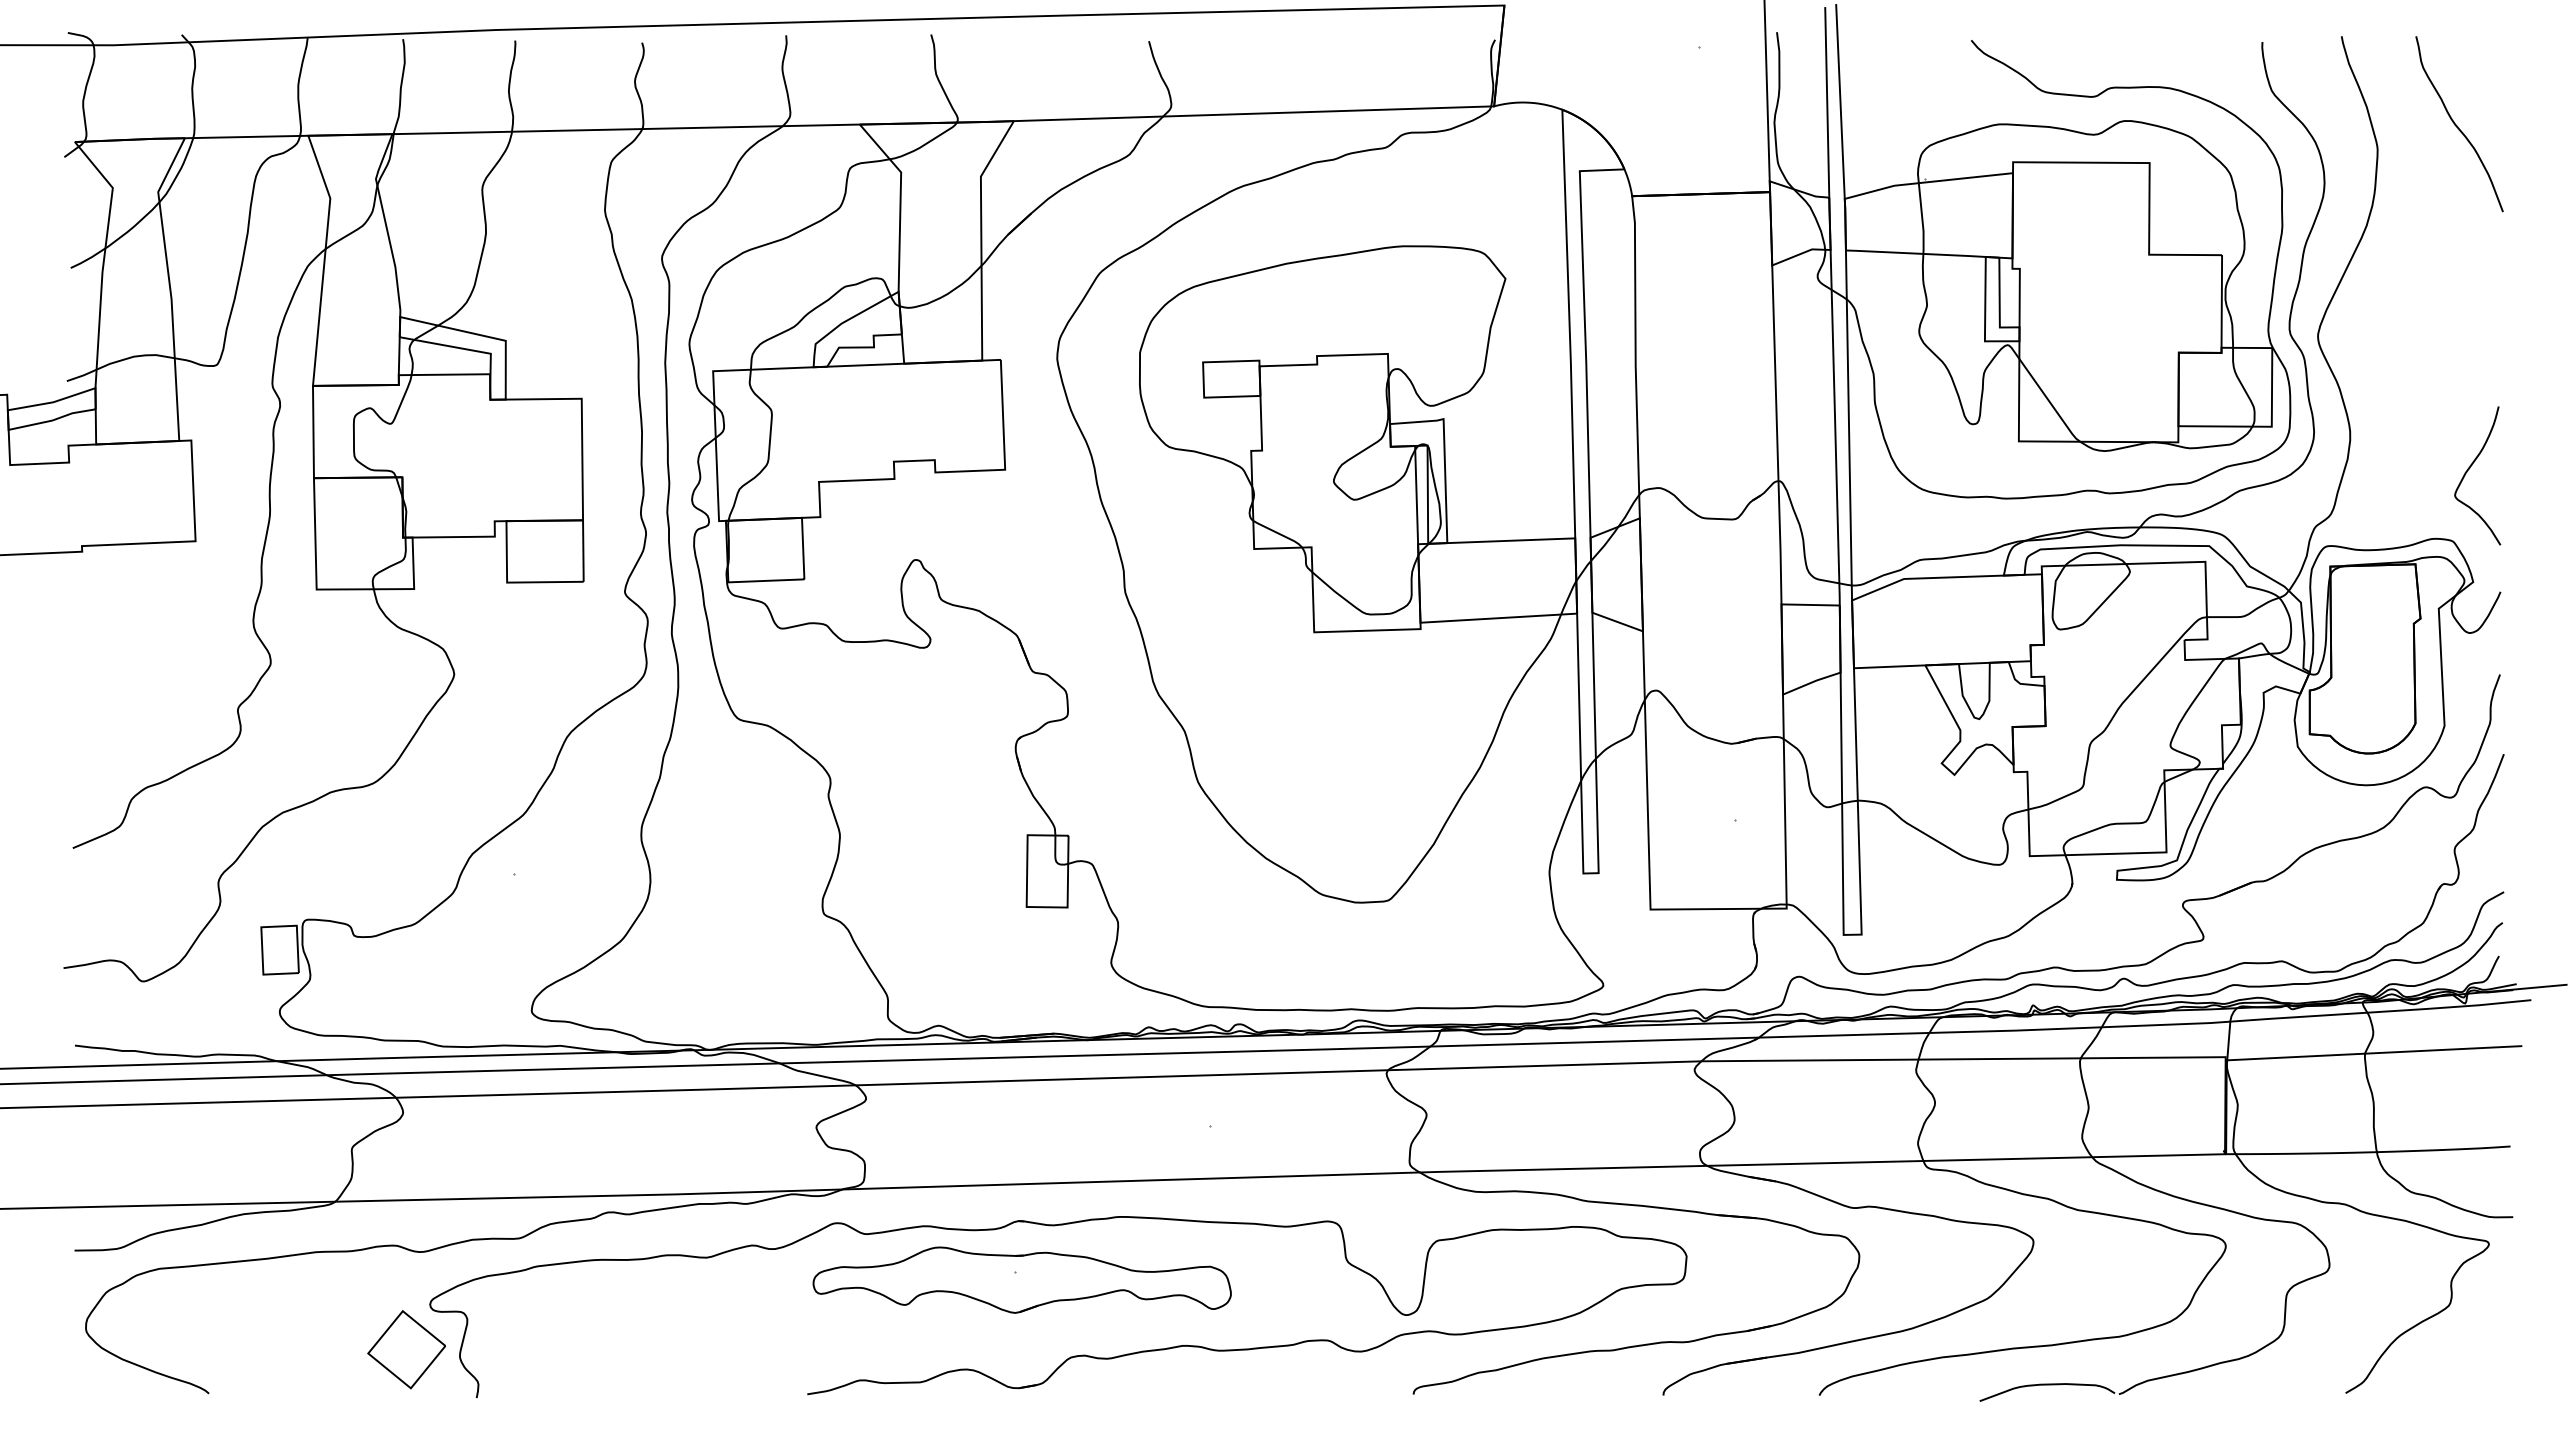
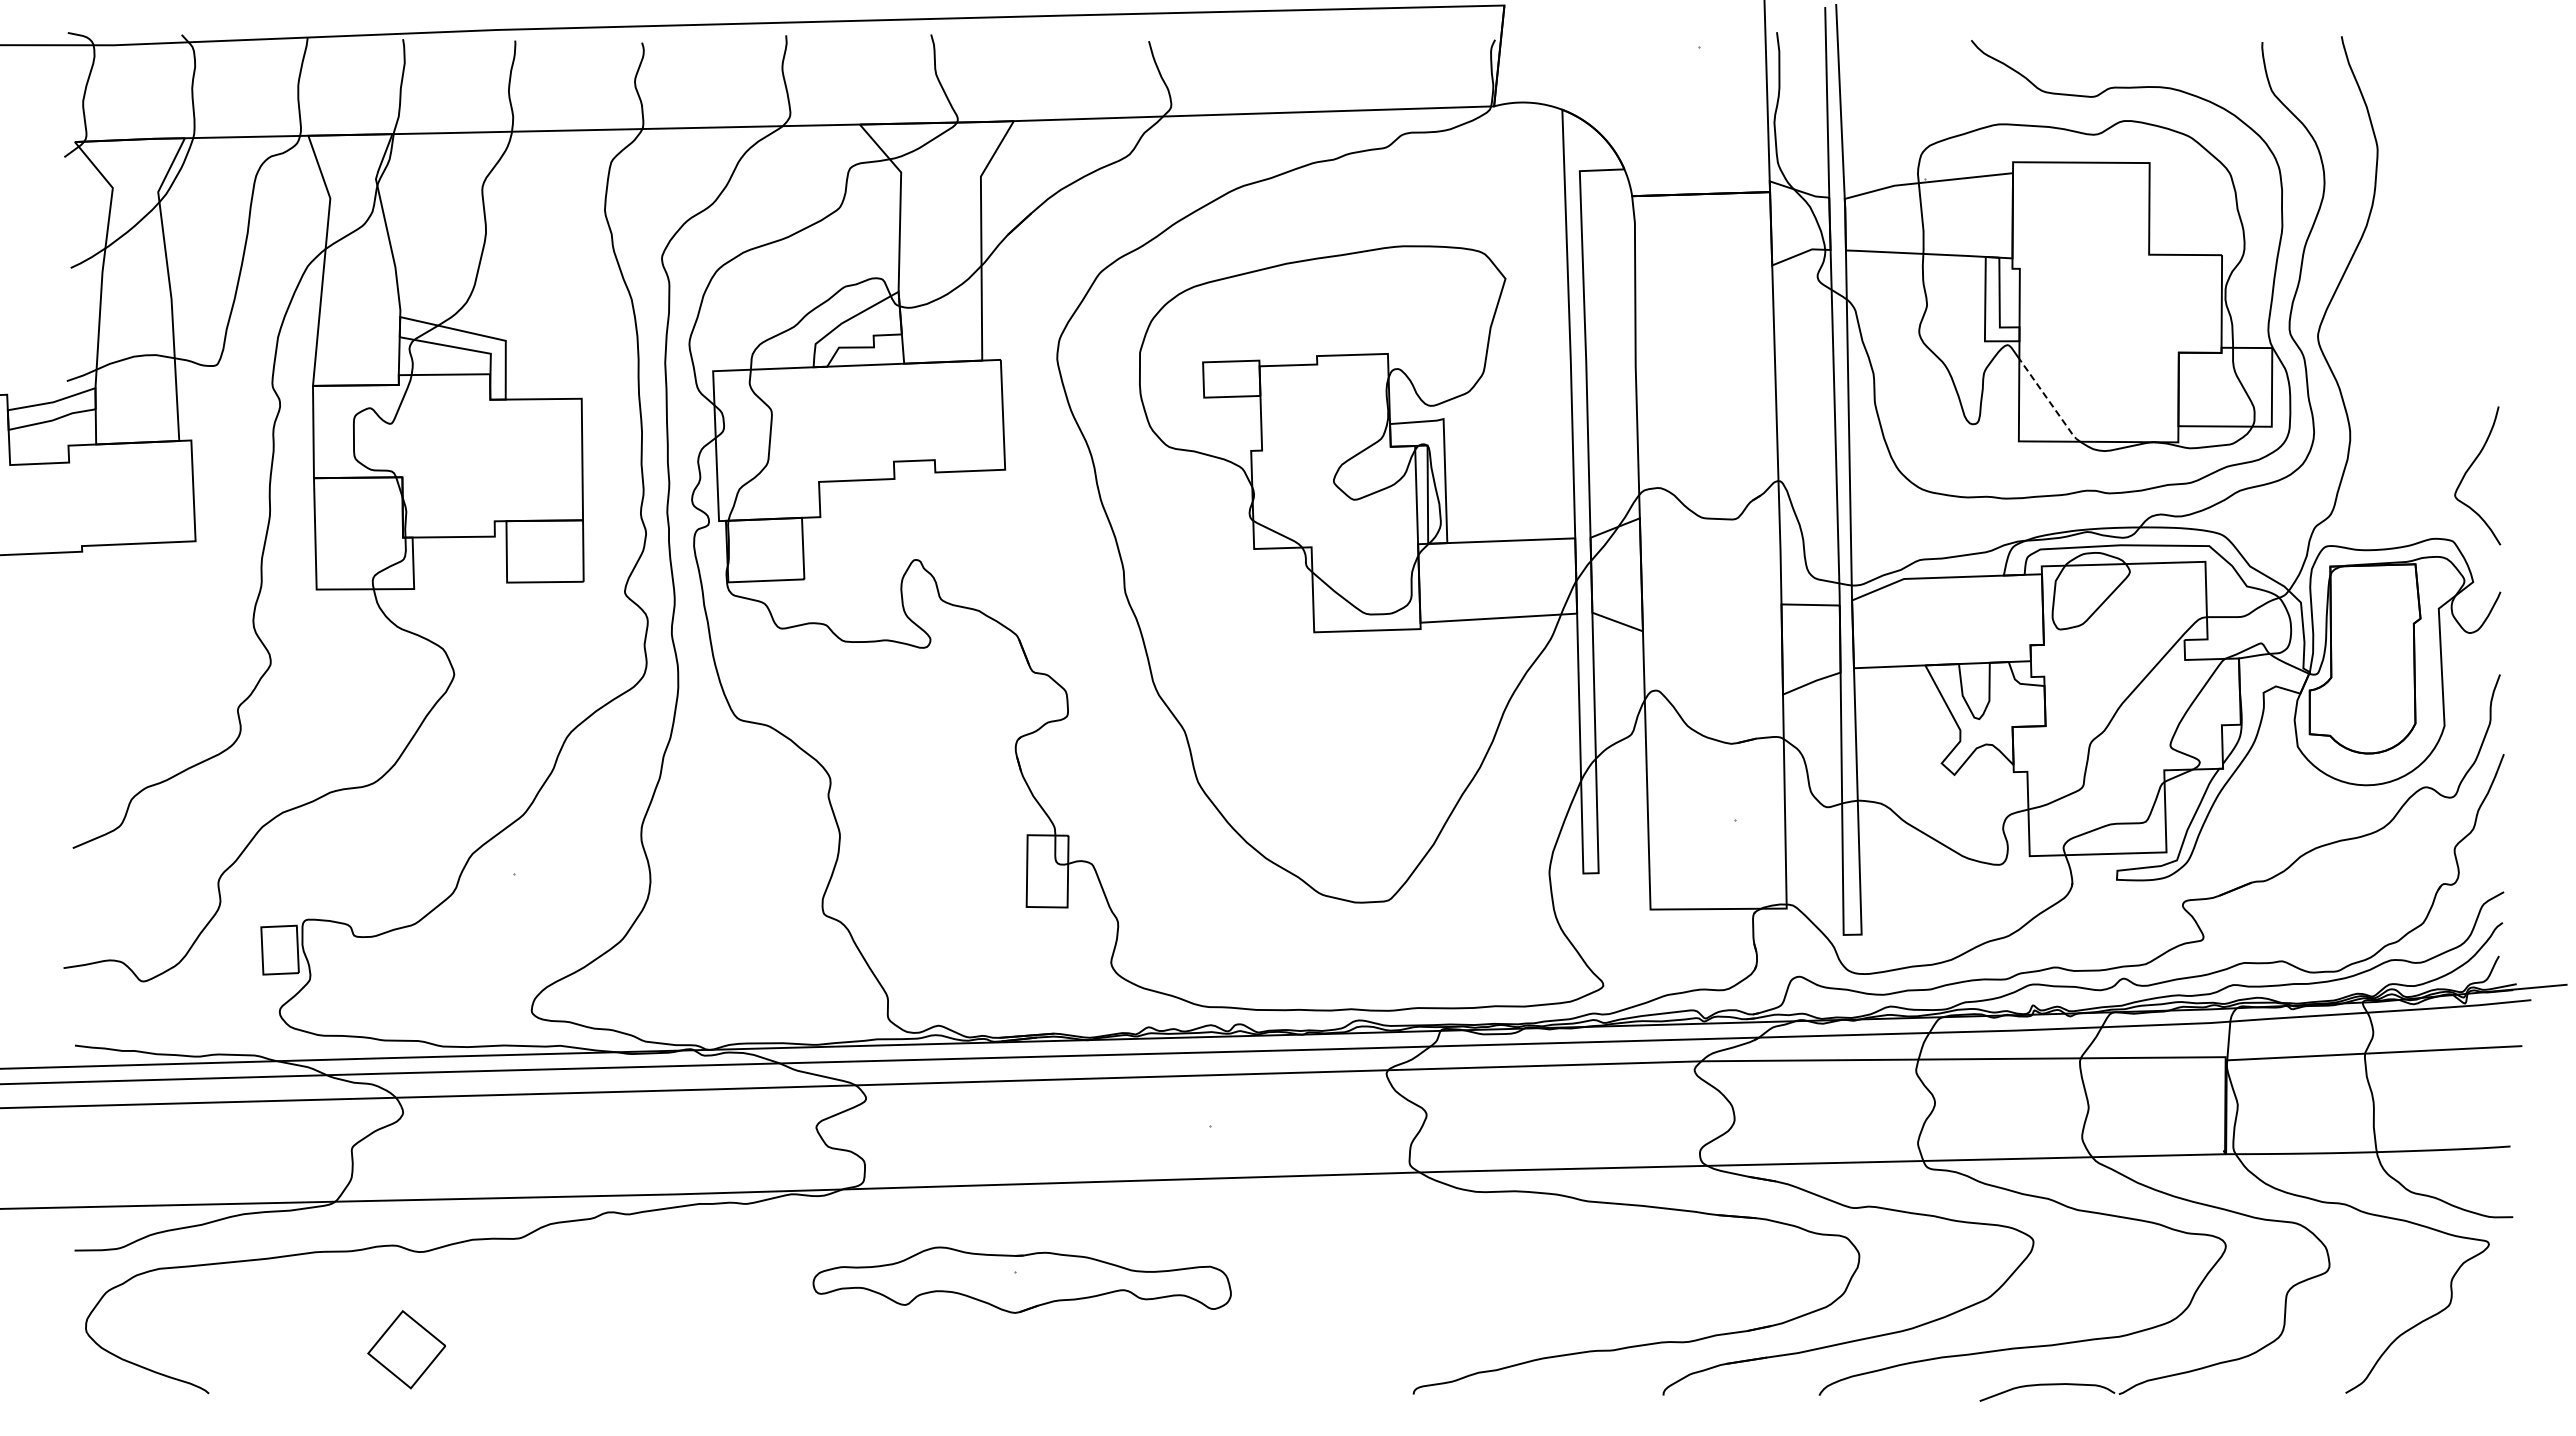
curve at (2457, 125): present -> none
line at (2049, 402): solid -> dashed
part at (1070, 1356): present -> none
